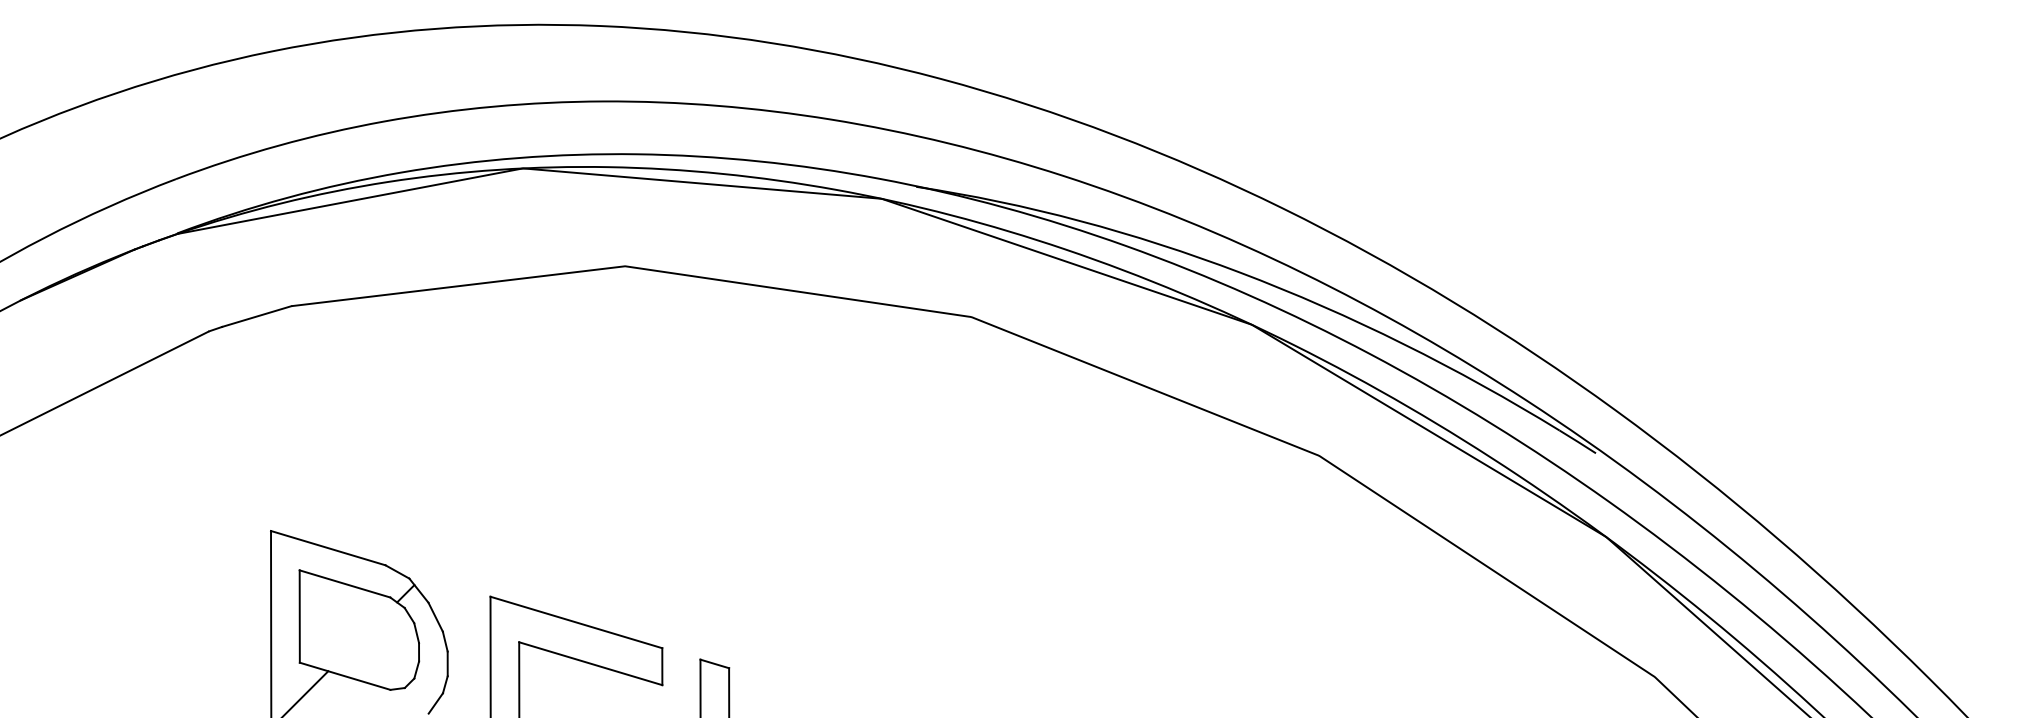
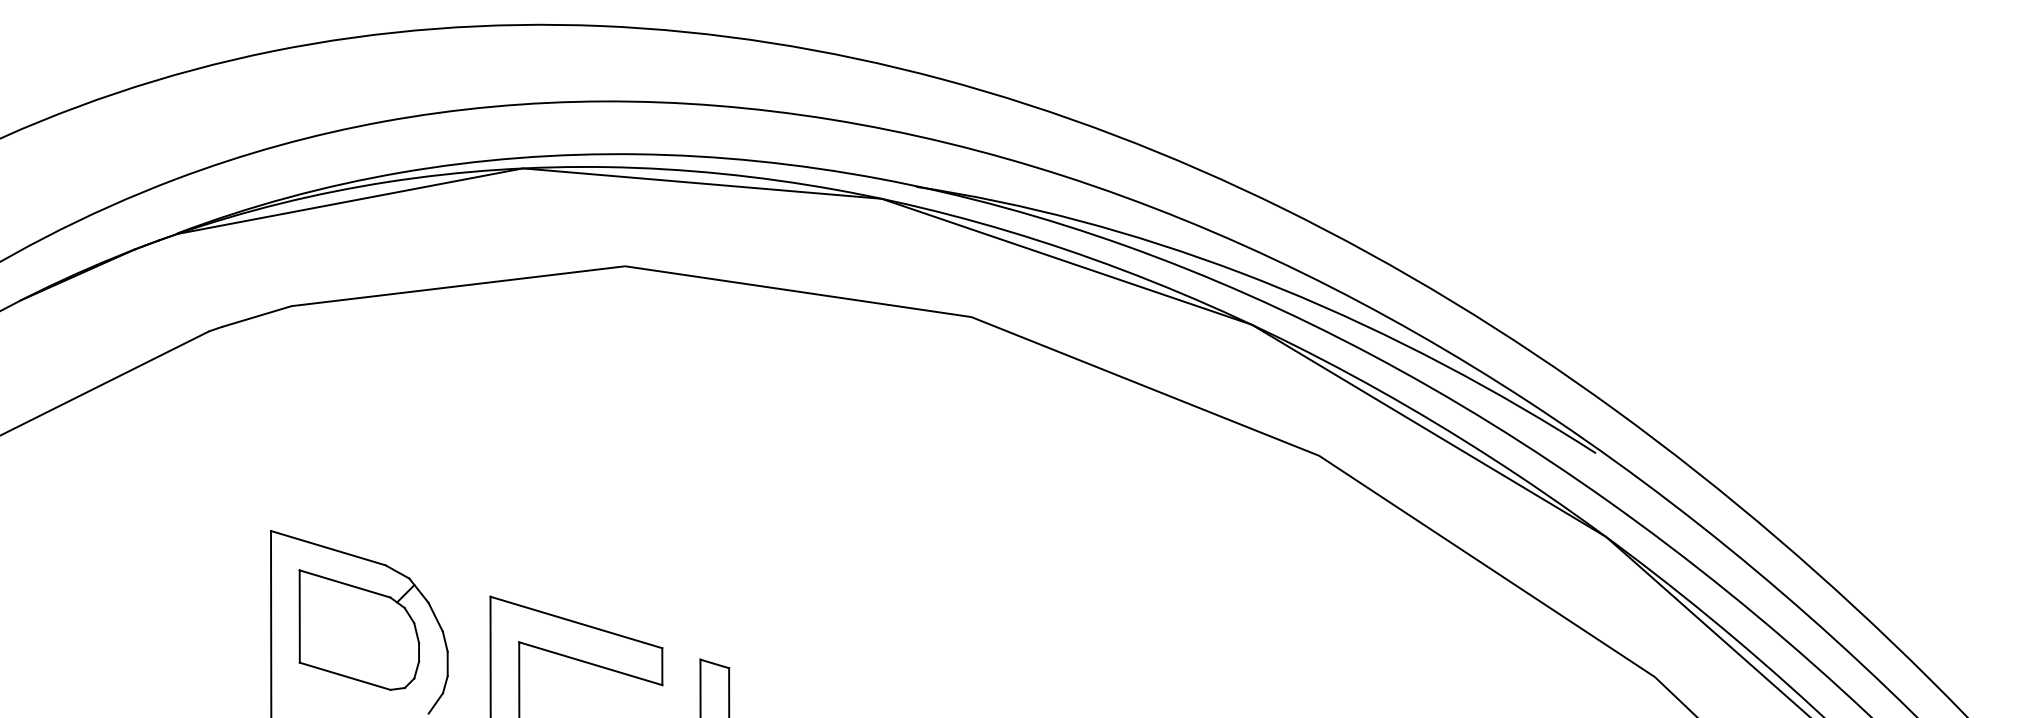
line at (306, 692): present -> none
